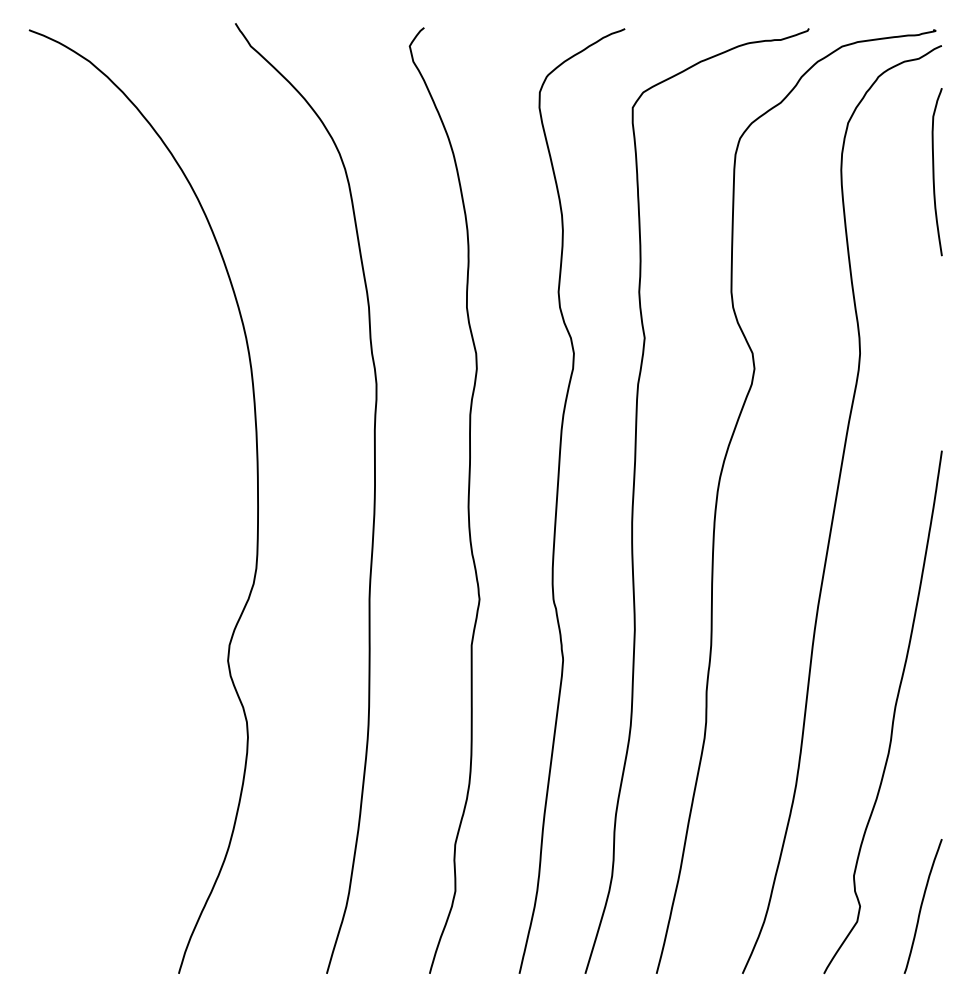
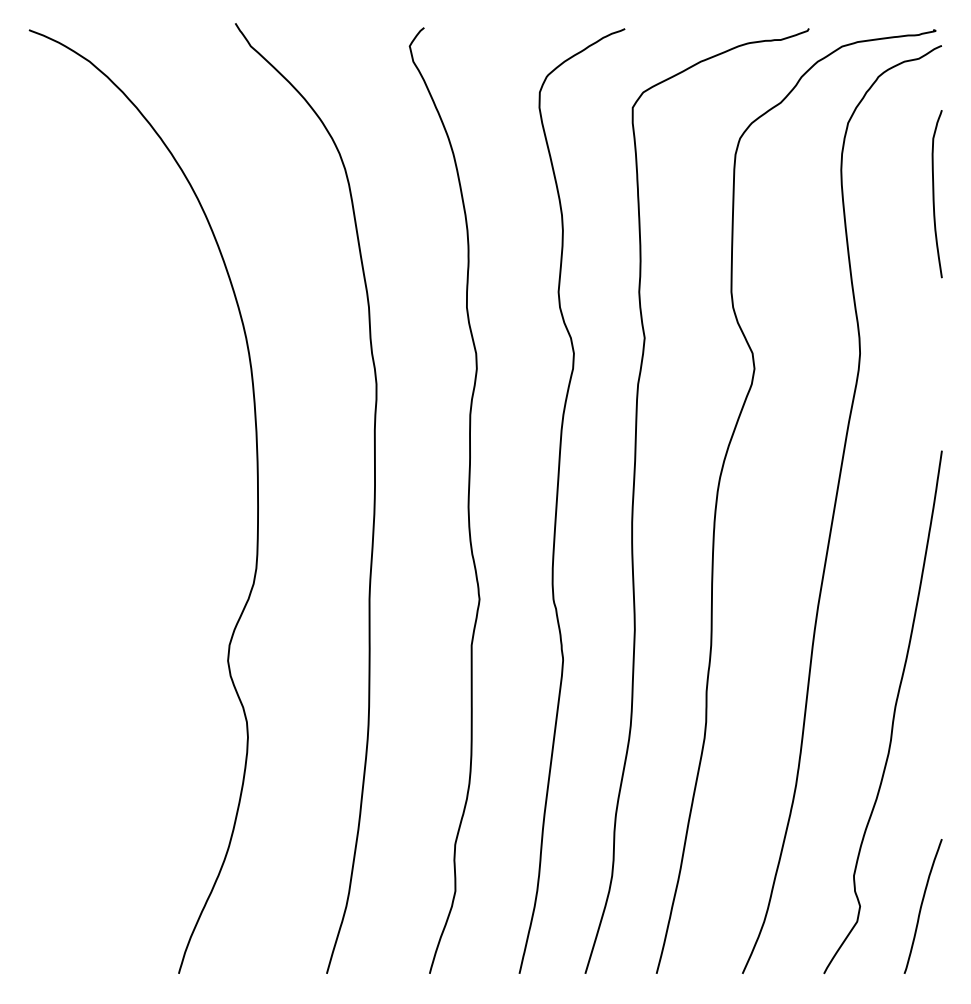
curve at (934, 172) position: (934, 172) -> (934, 194)
